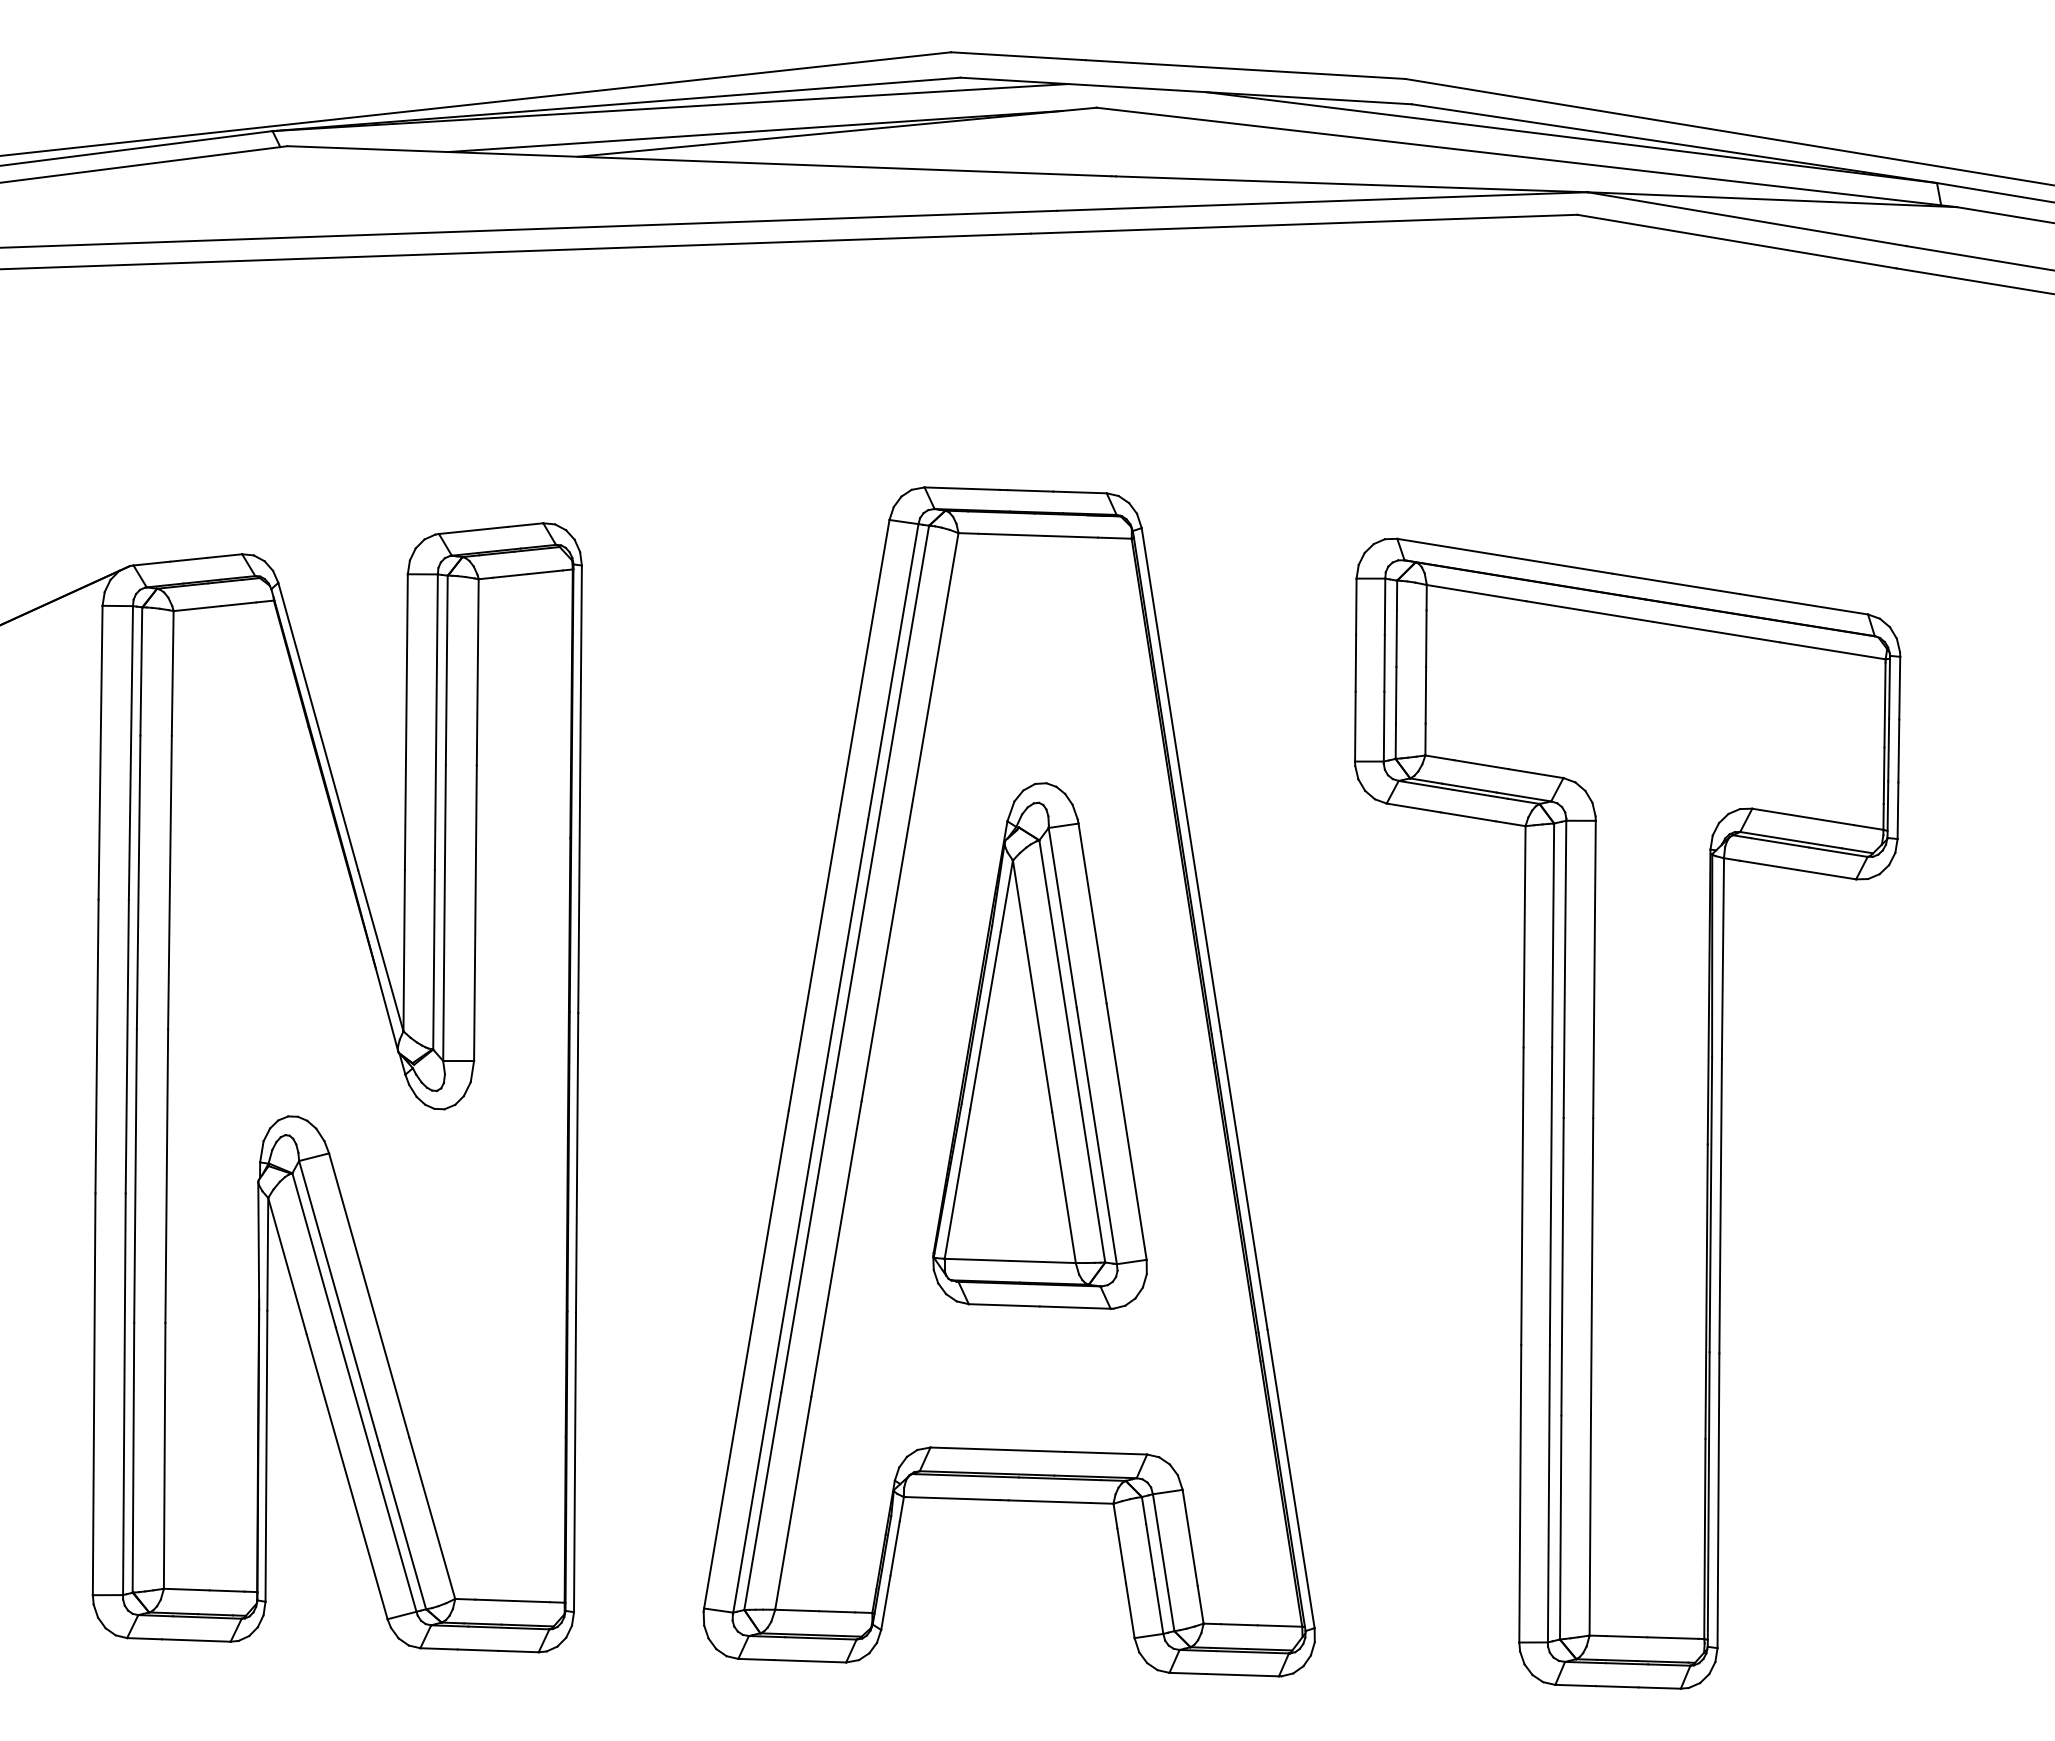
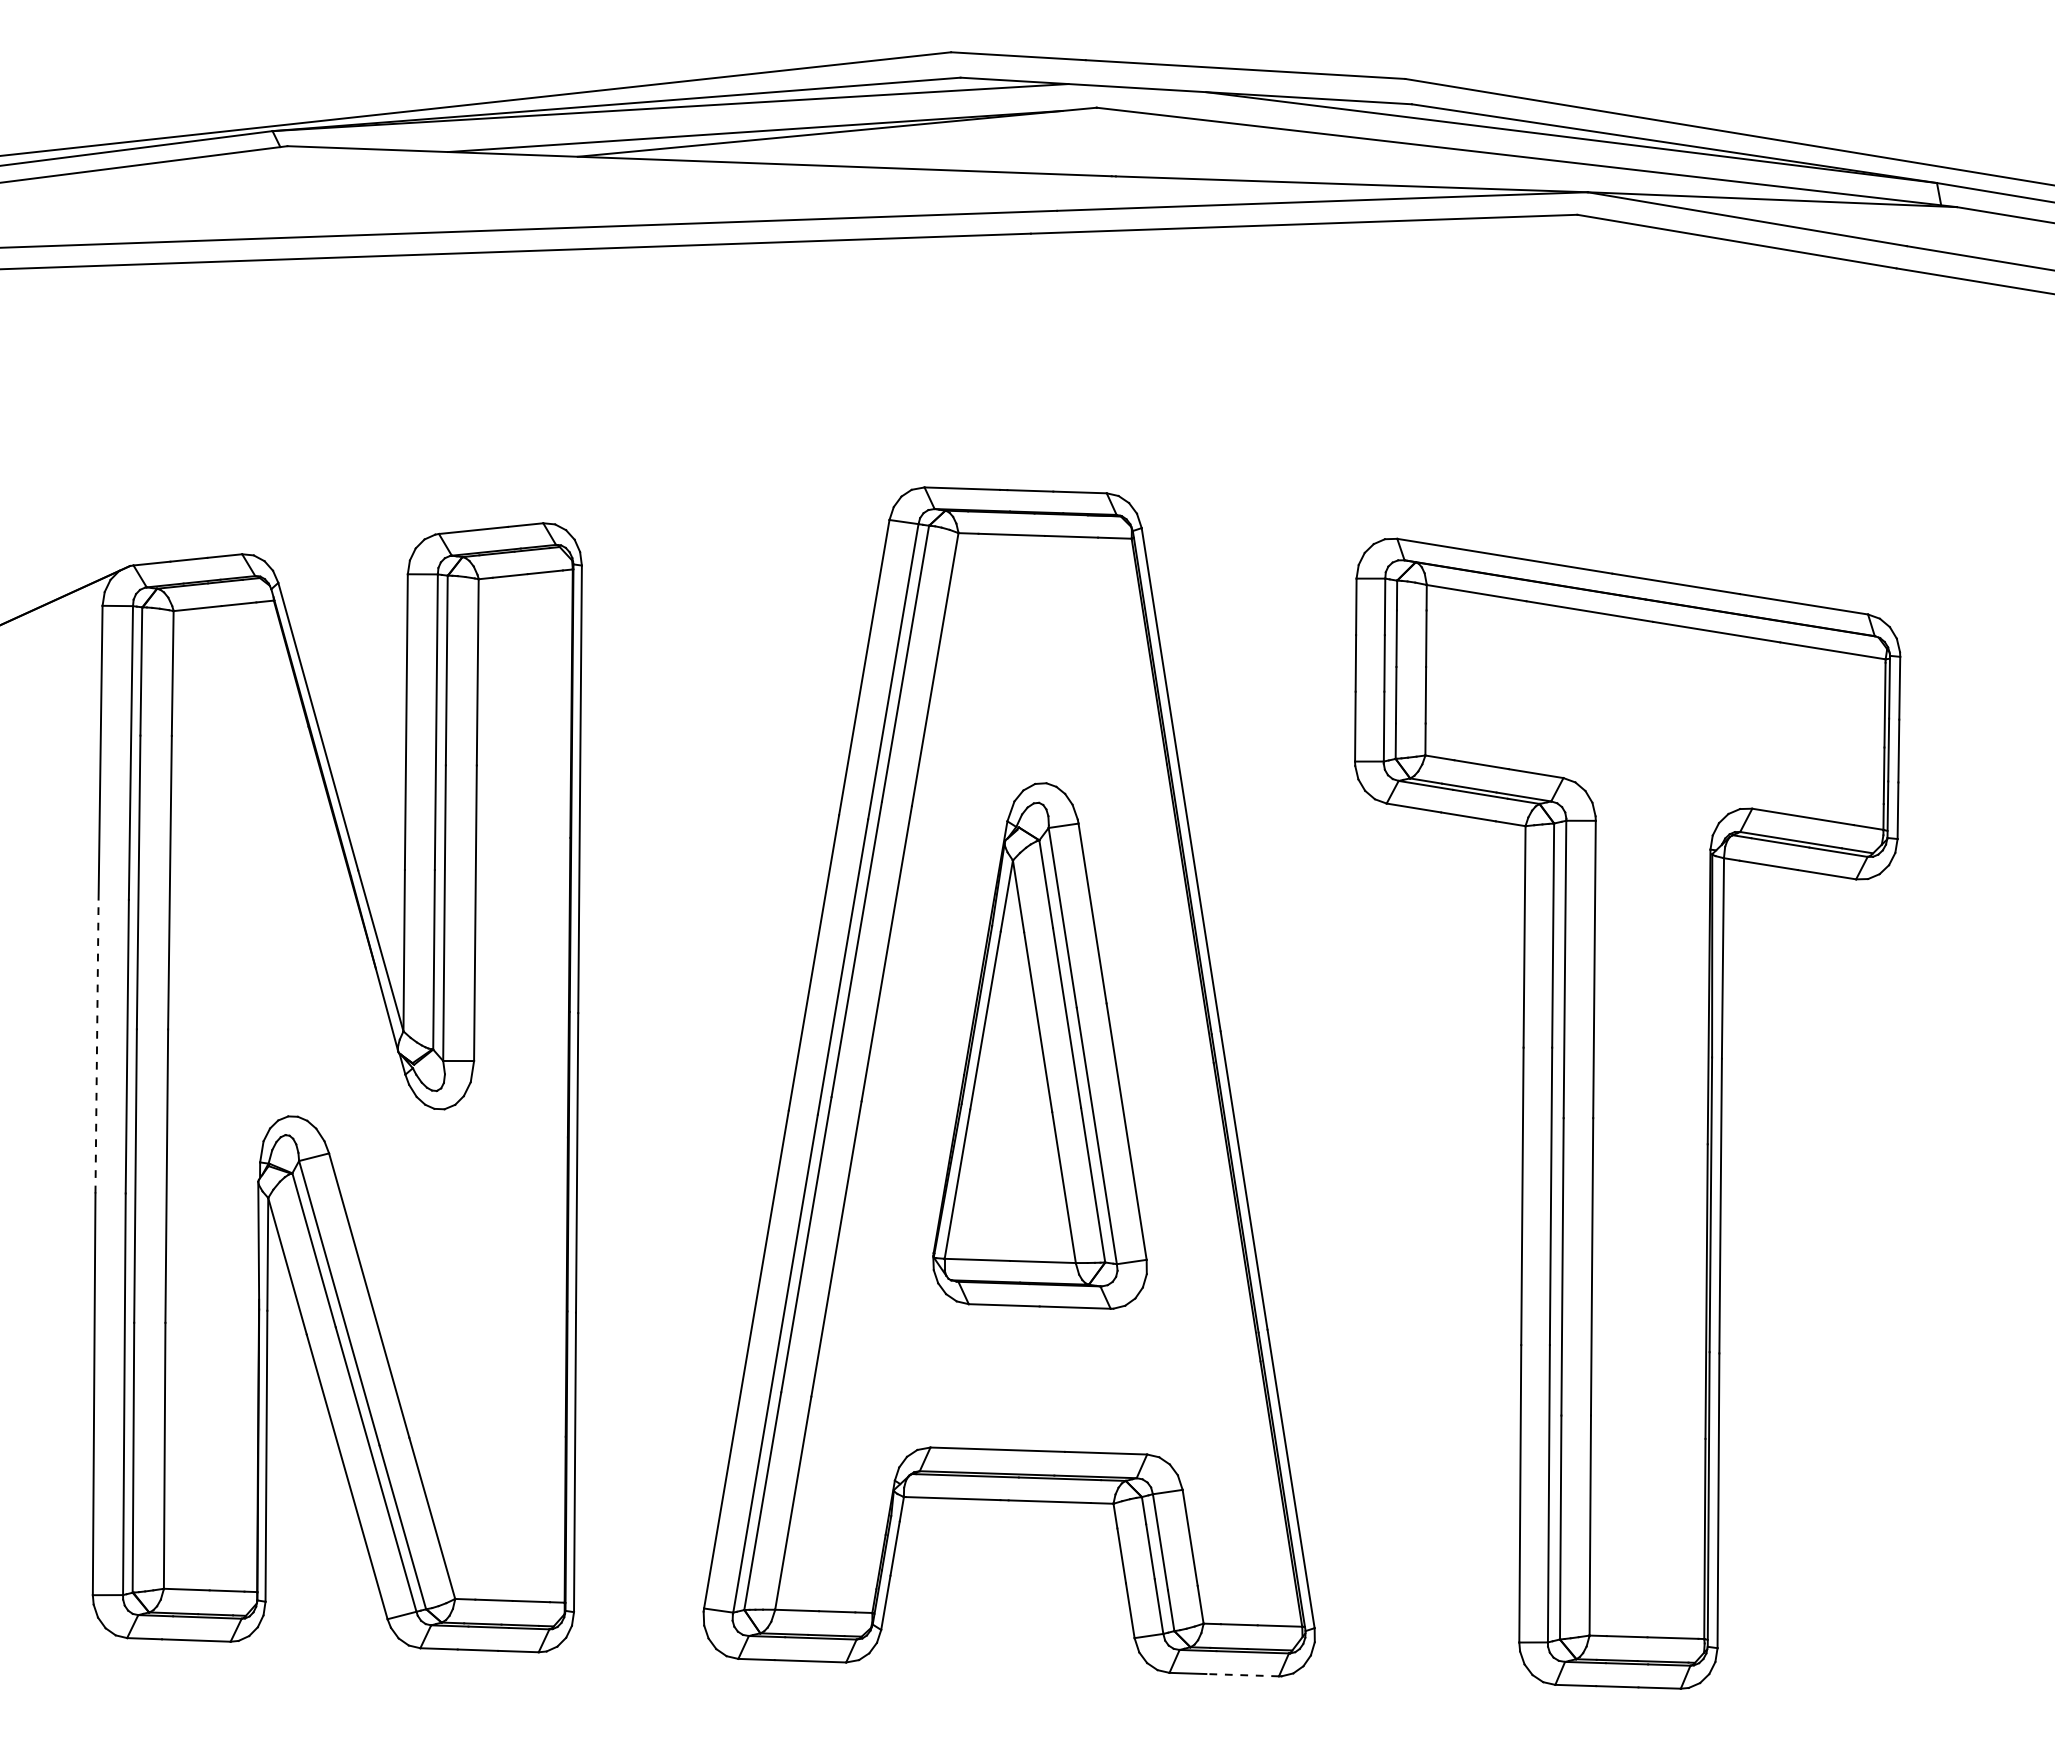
line at (97, 1046): solid -> dashed
line at (1242, 1675): solid -> dashed
